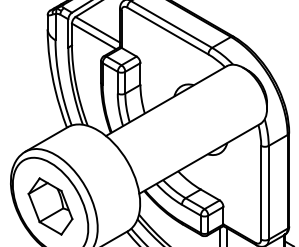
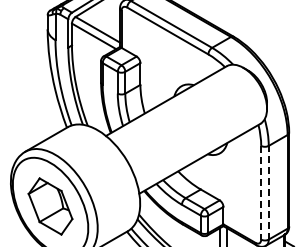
line at (261, 192): solid -> dashed
line at (268, 192): solid -> dashed
